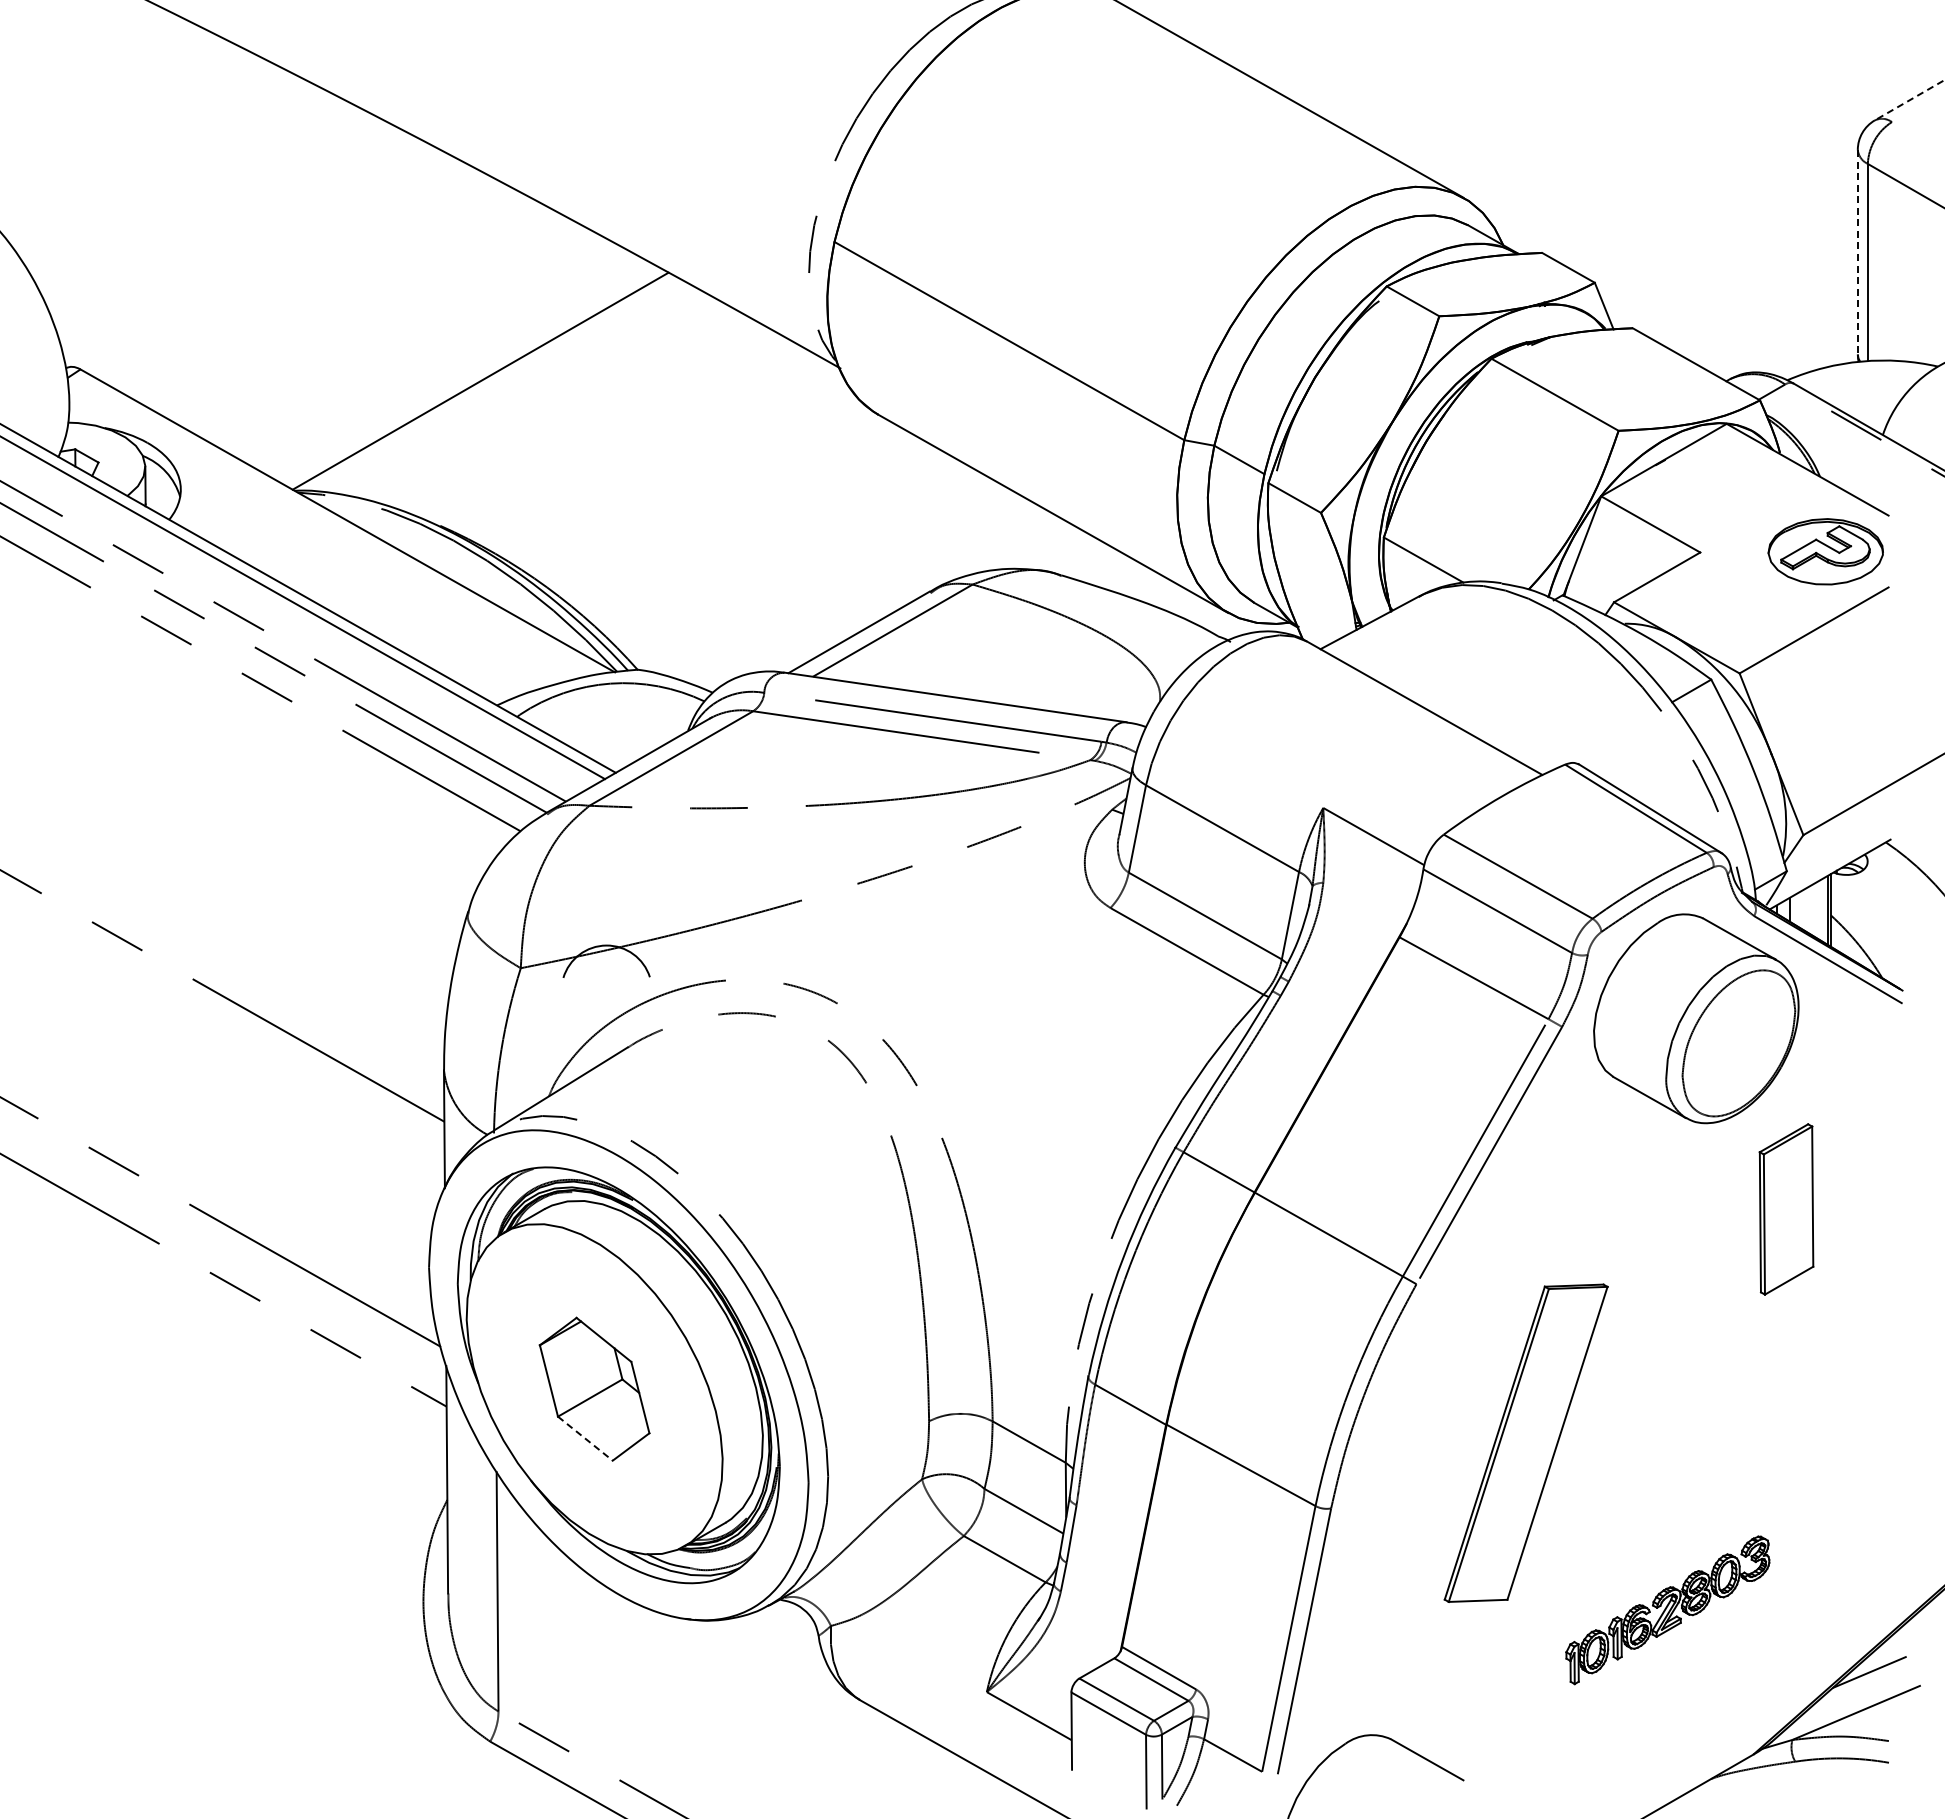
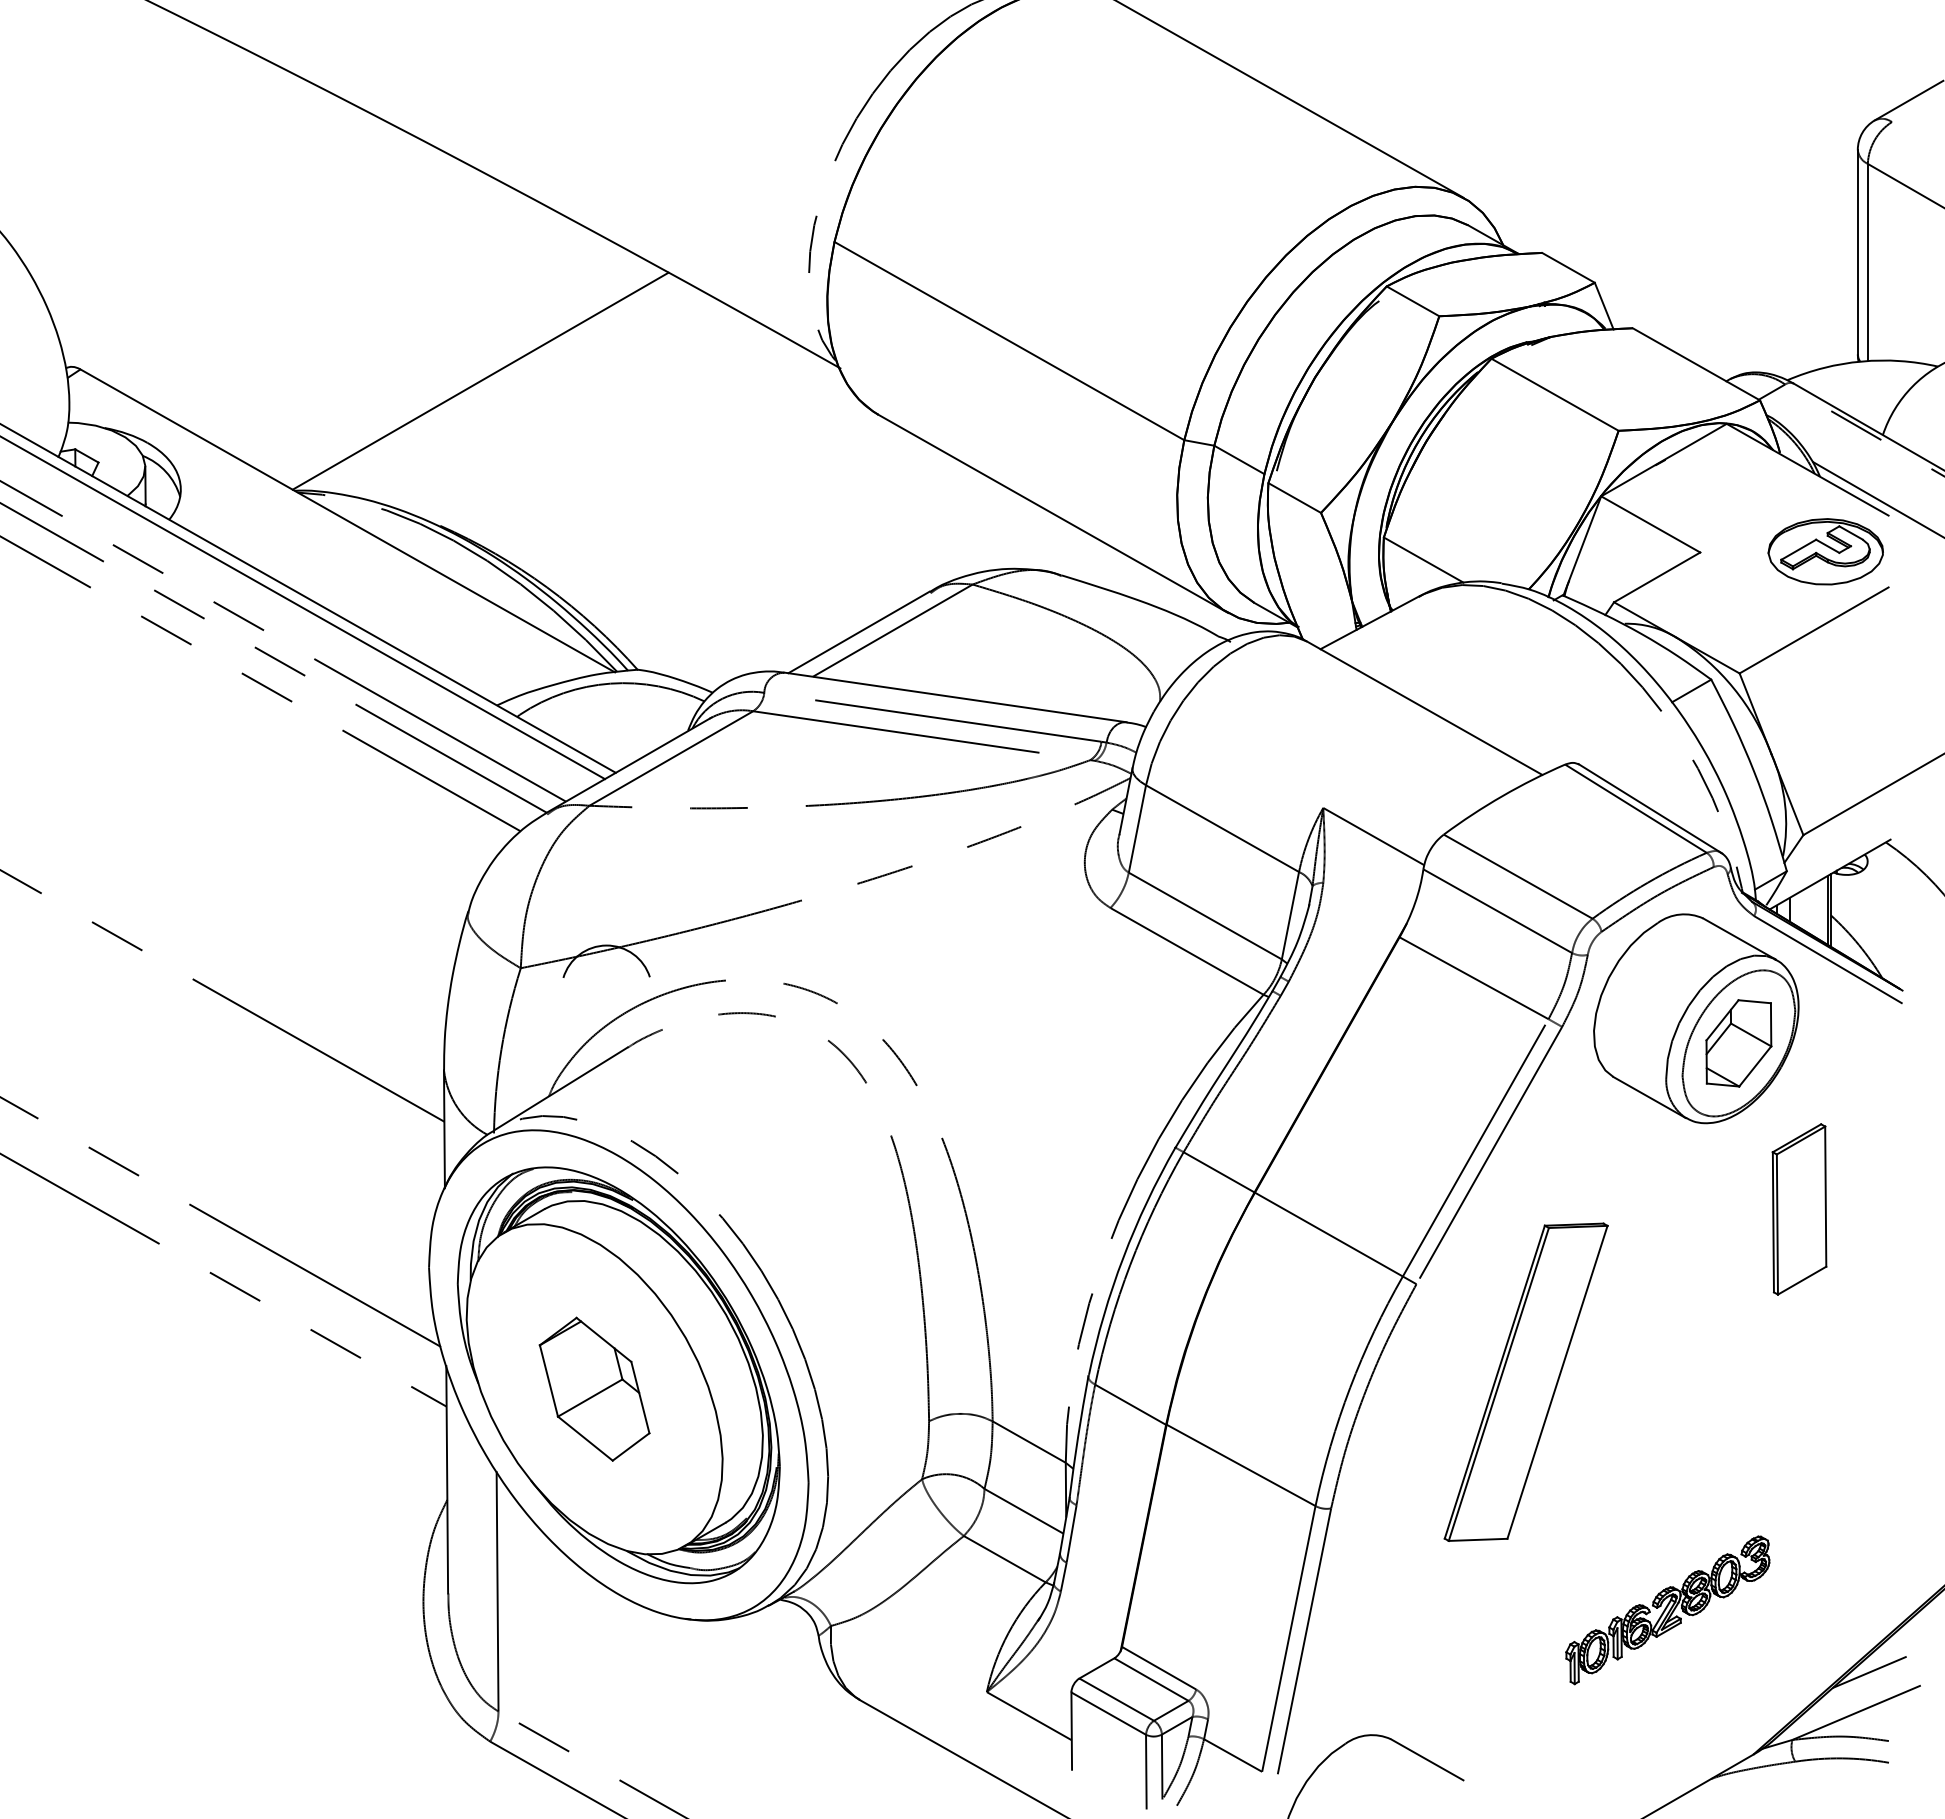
line at (1909, 100): dashed -> solid
line at (1857, 252): dashed -> solid
line at (1876, 498): none -> present
part at (1738, 1043): none -> present
part at (1786, 1209) position: (1786, 1209) -> (1799, 1209)
line at (585, 1438): dashed -> solid
part at (1525, 1442) position: (1525, 1442) -> (1525, 1381)
